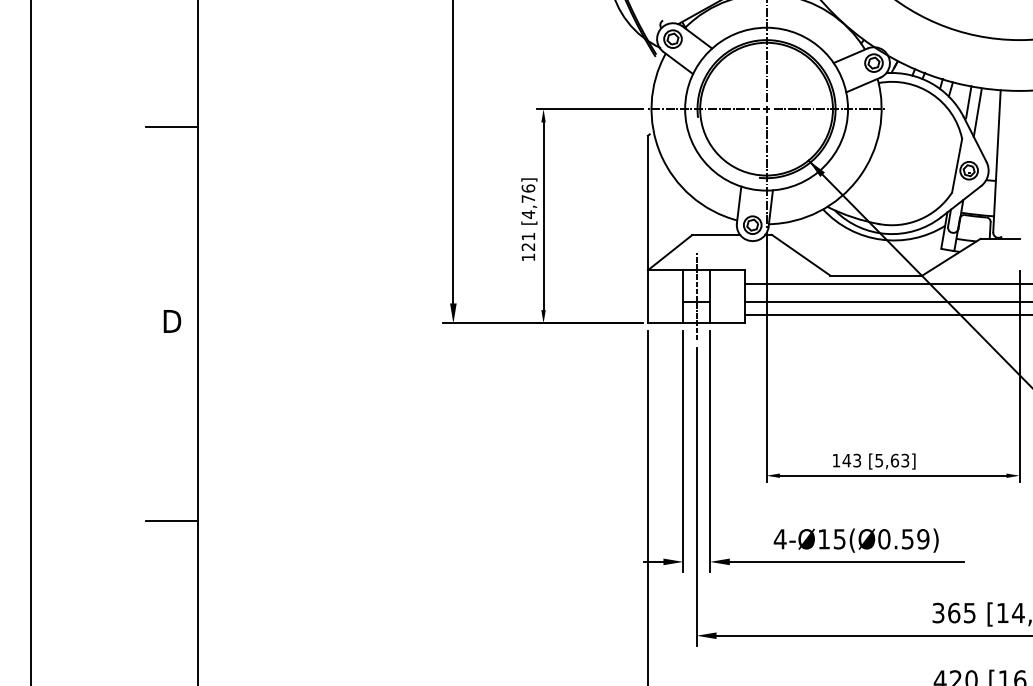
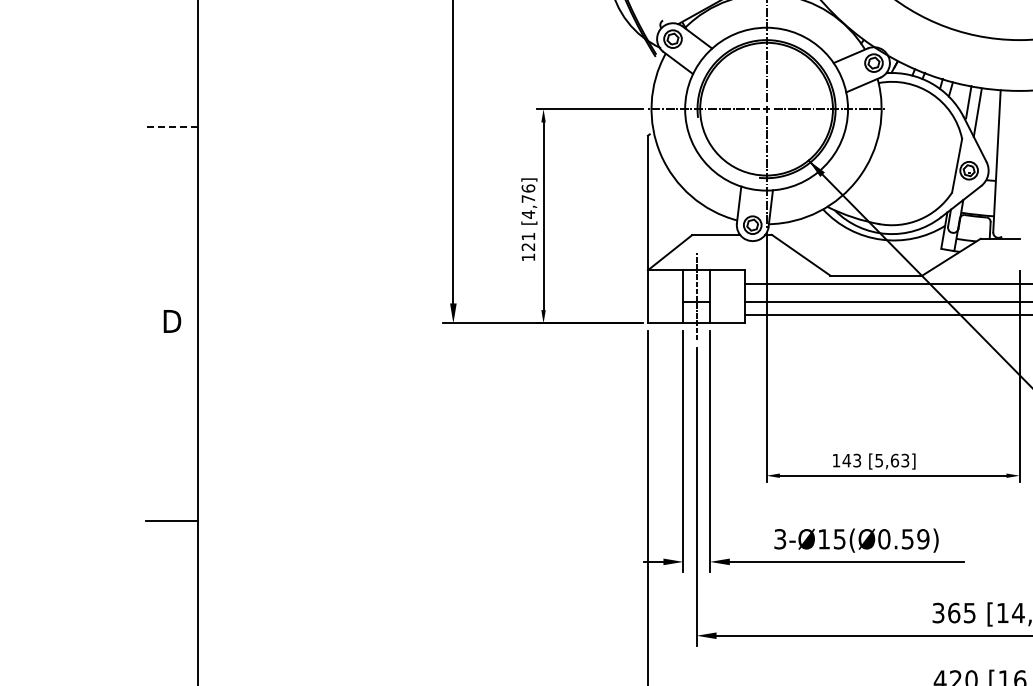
line at (171, 127): solid -> dashed
line at (30, 342): present -> none
text at (779, 539): 4-Ø15(Ø0.59) -> 3-Ø15(Ø0.59)
